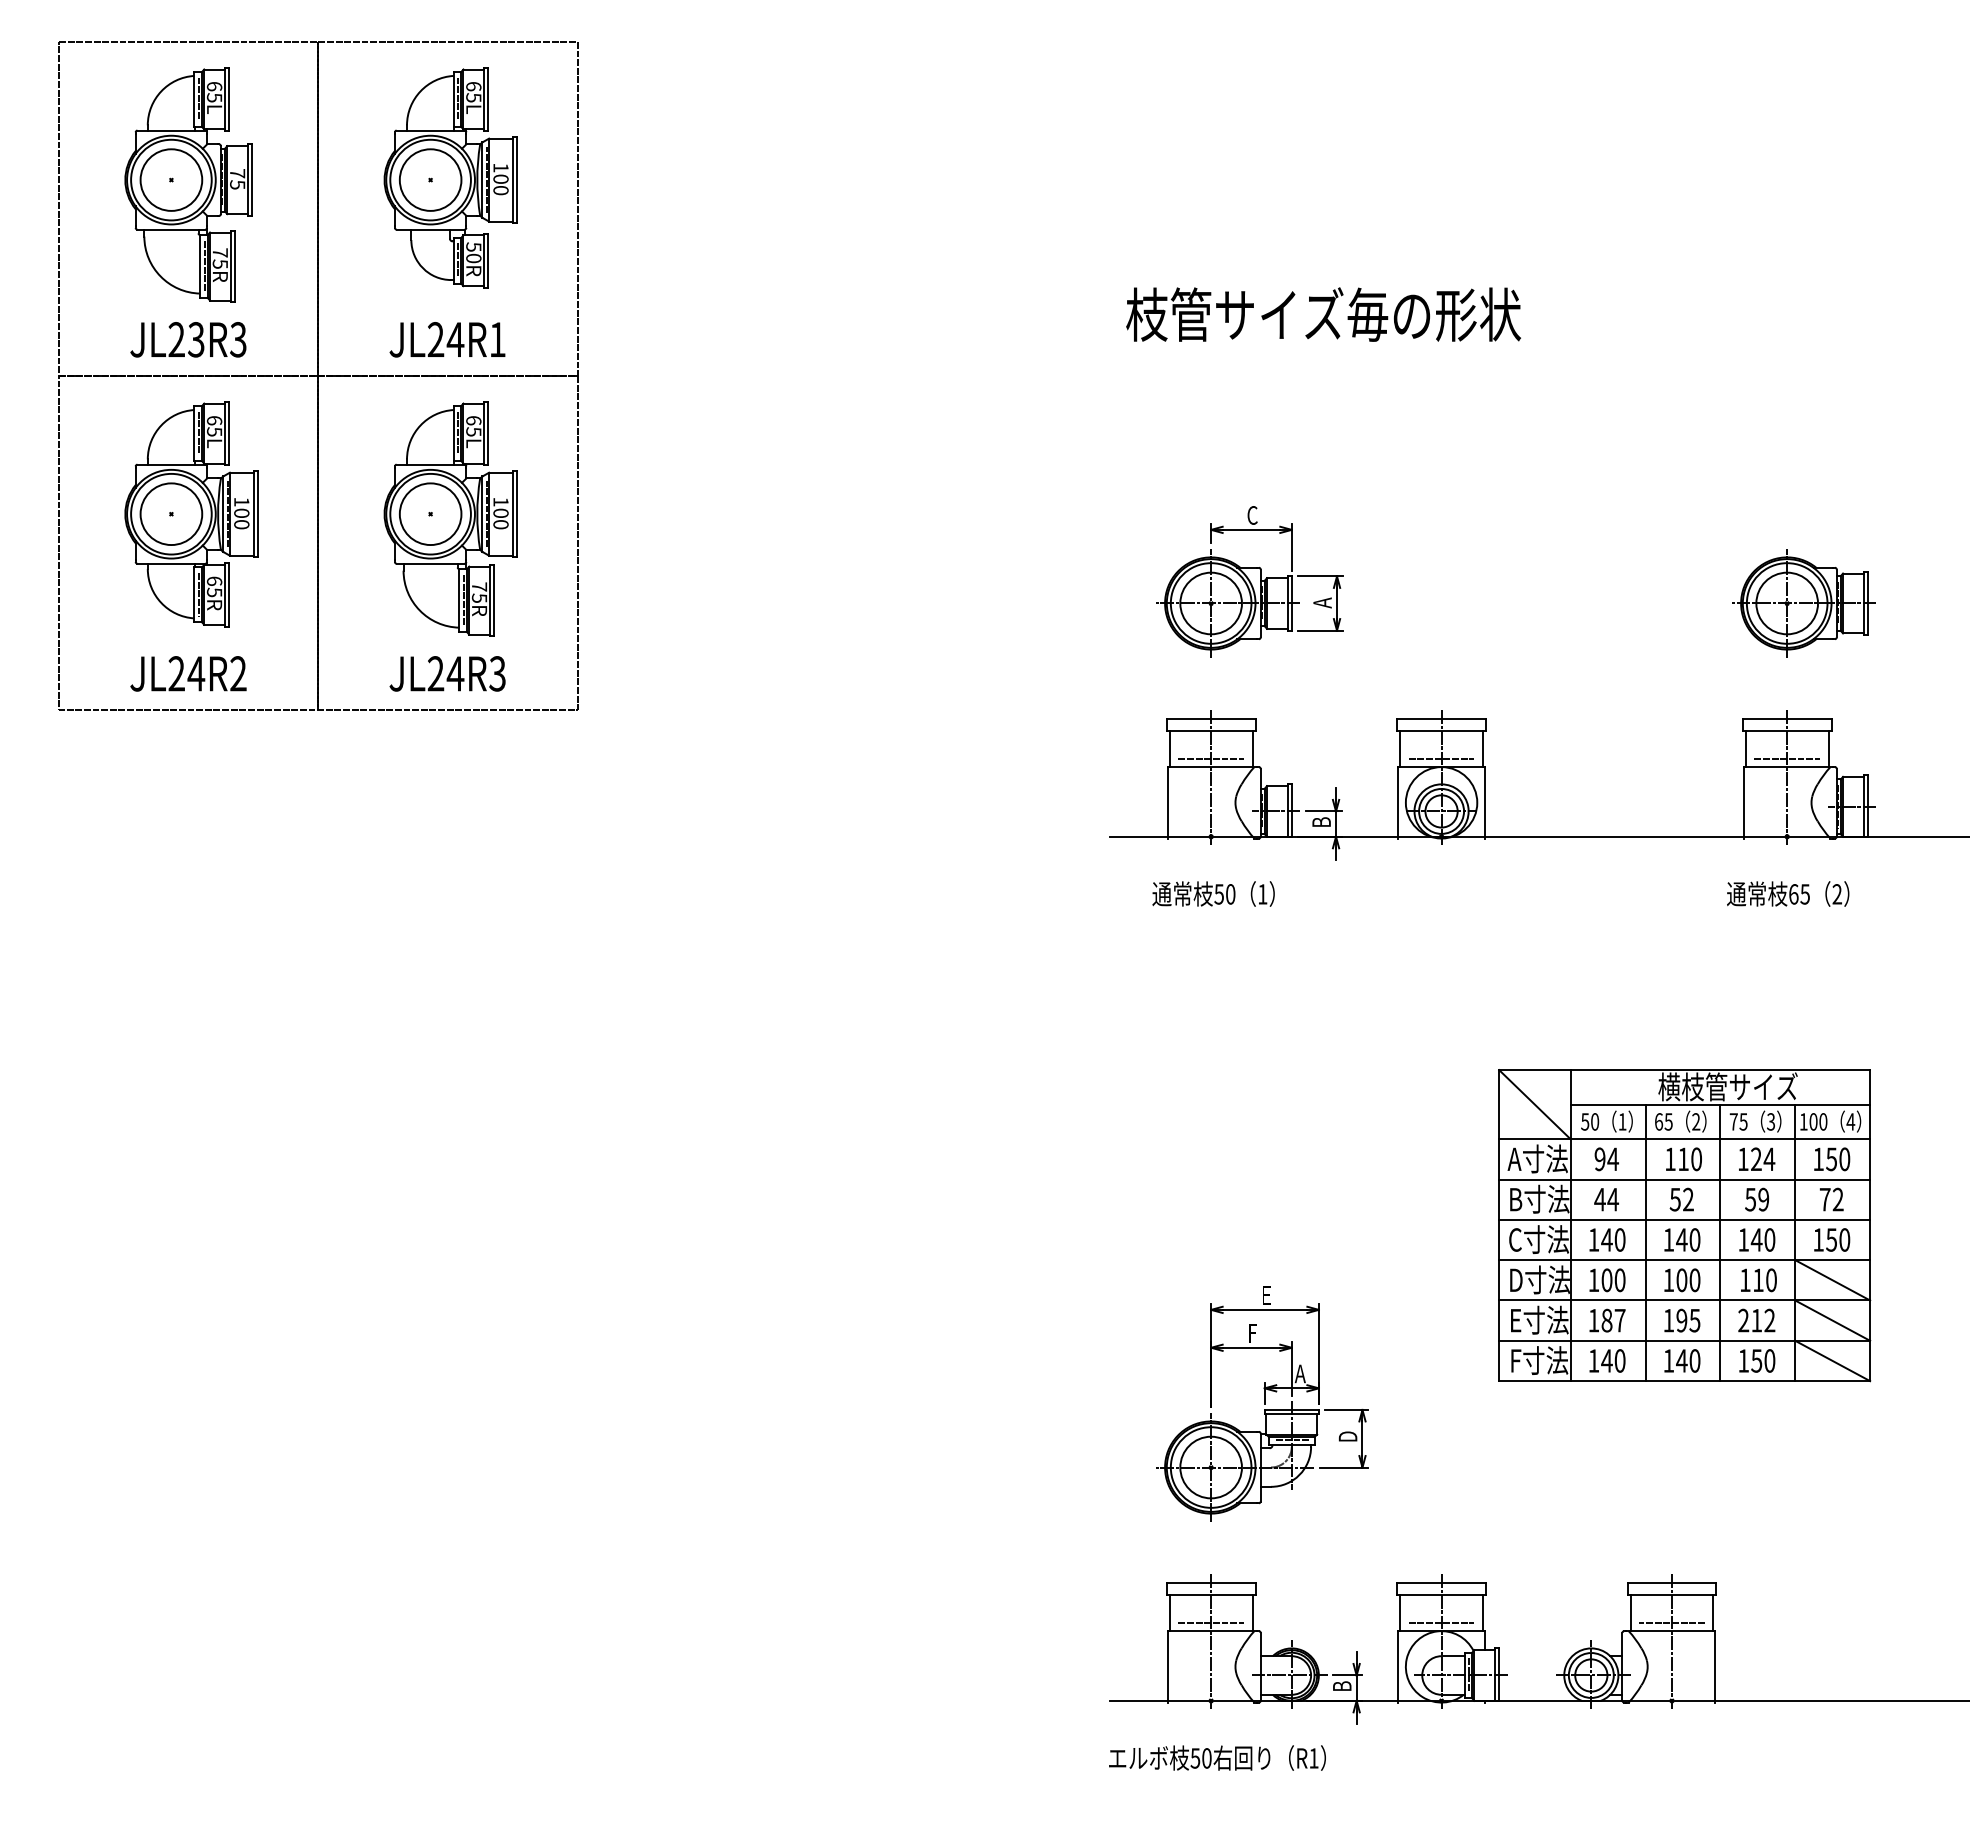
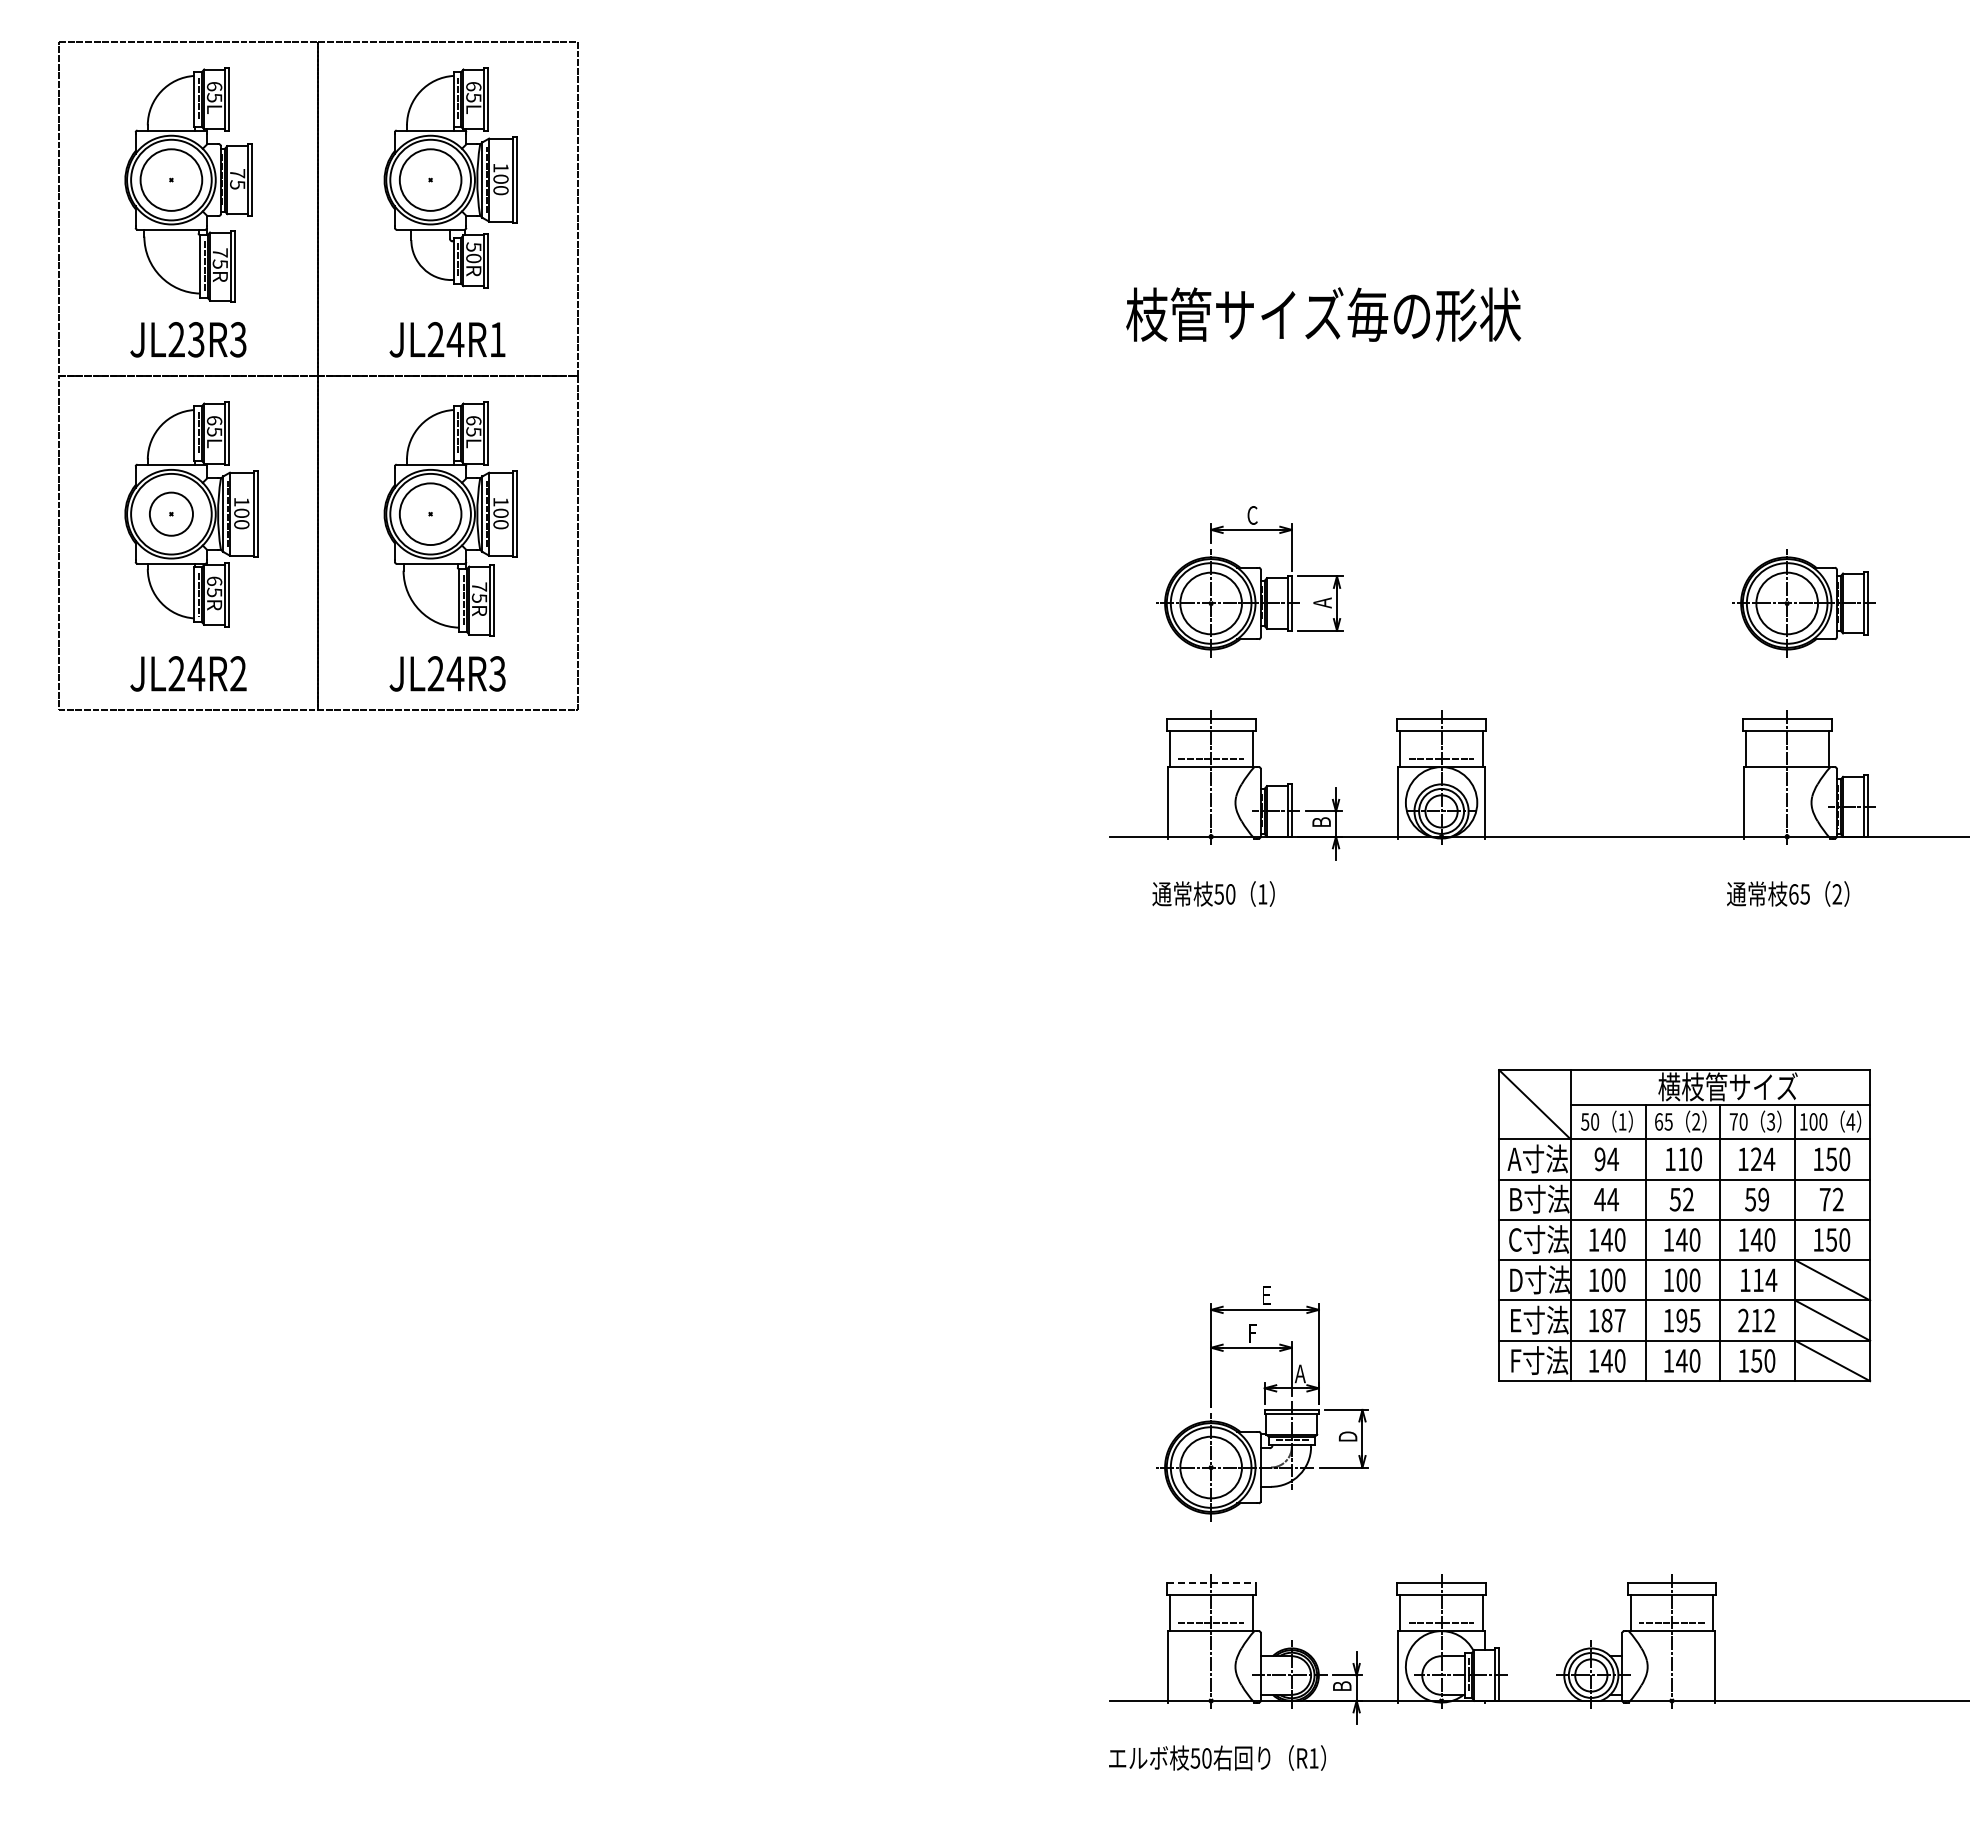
circle at (171, 514) diameter: 62 px -> 43 px
line at (1787, 759): present -> none
text at (1743, 1121): 75 -> 70
text at (1771, 1280): 110 -> 114
line at (1211, 1582): solid -> dashed
